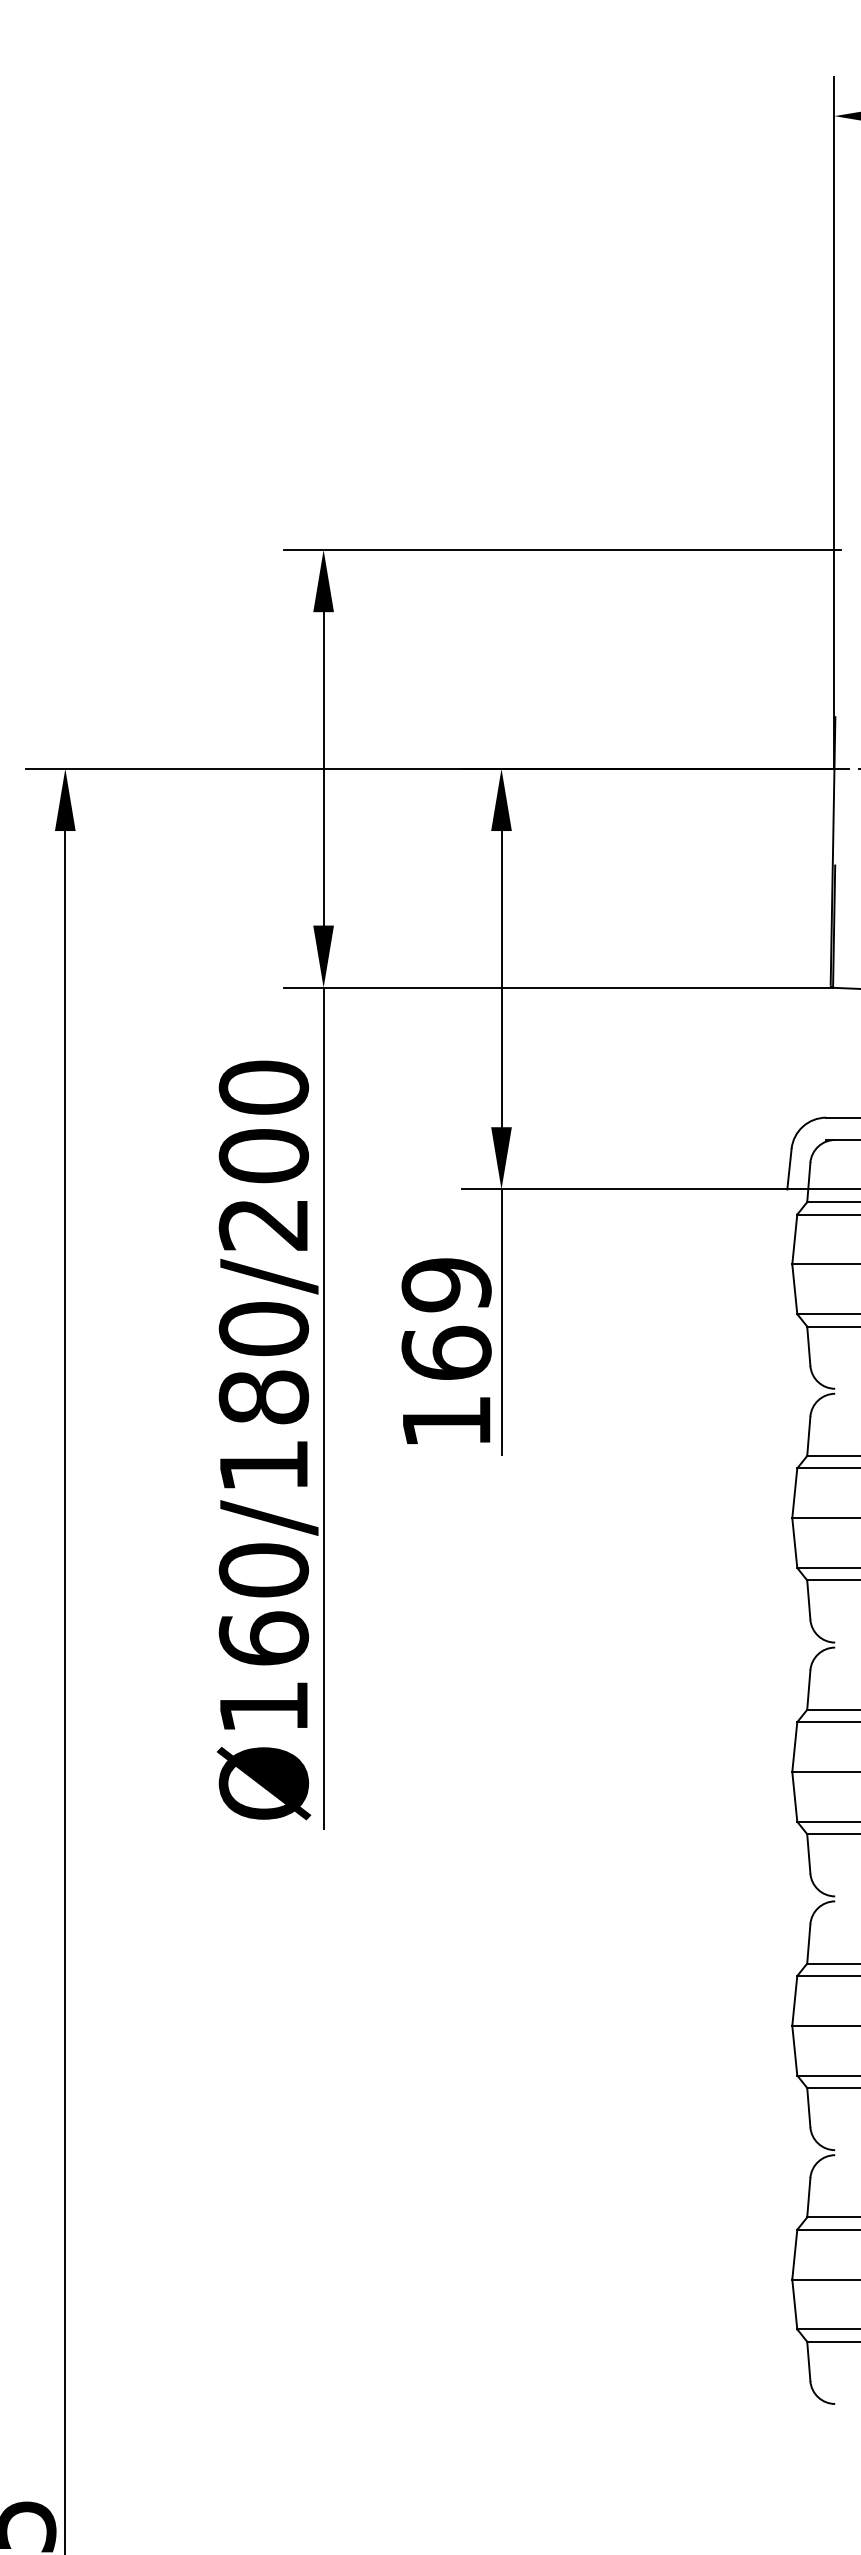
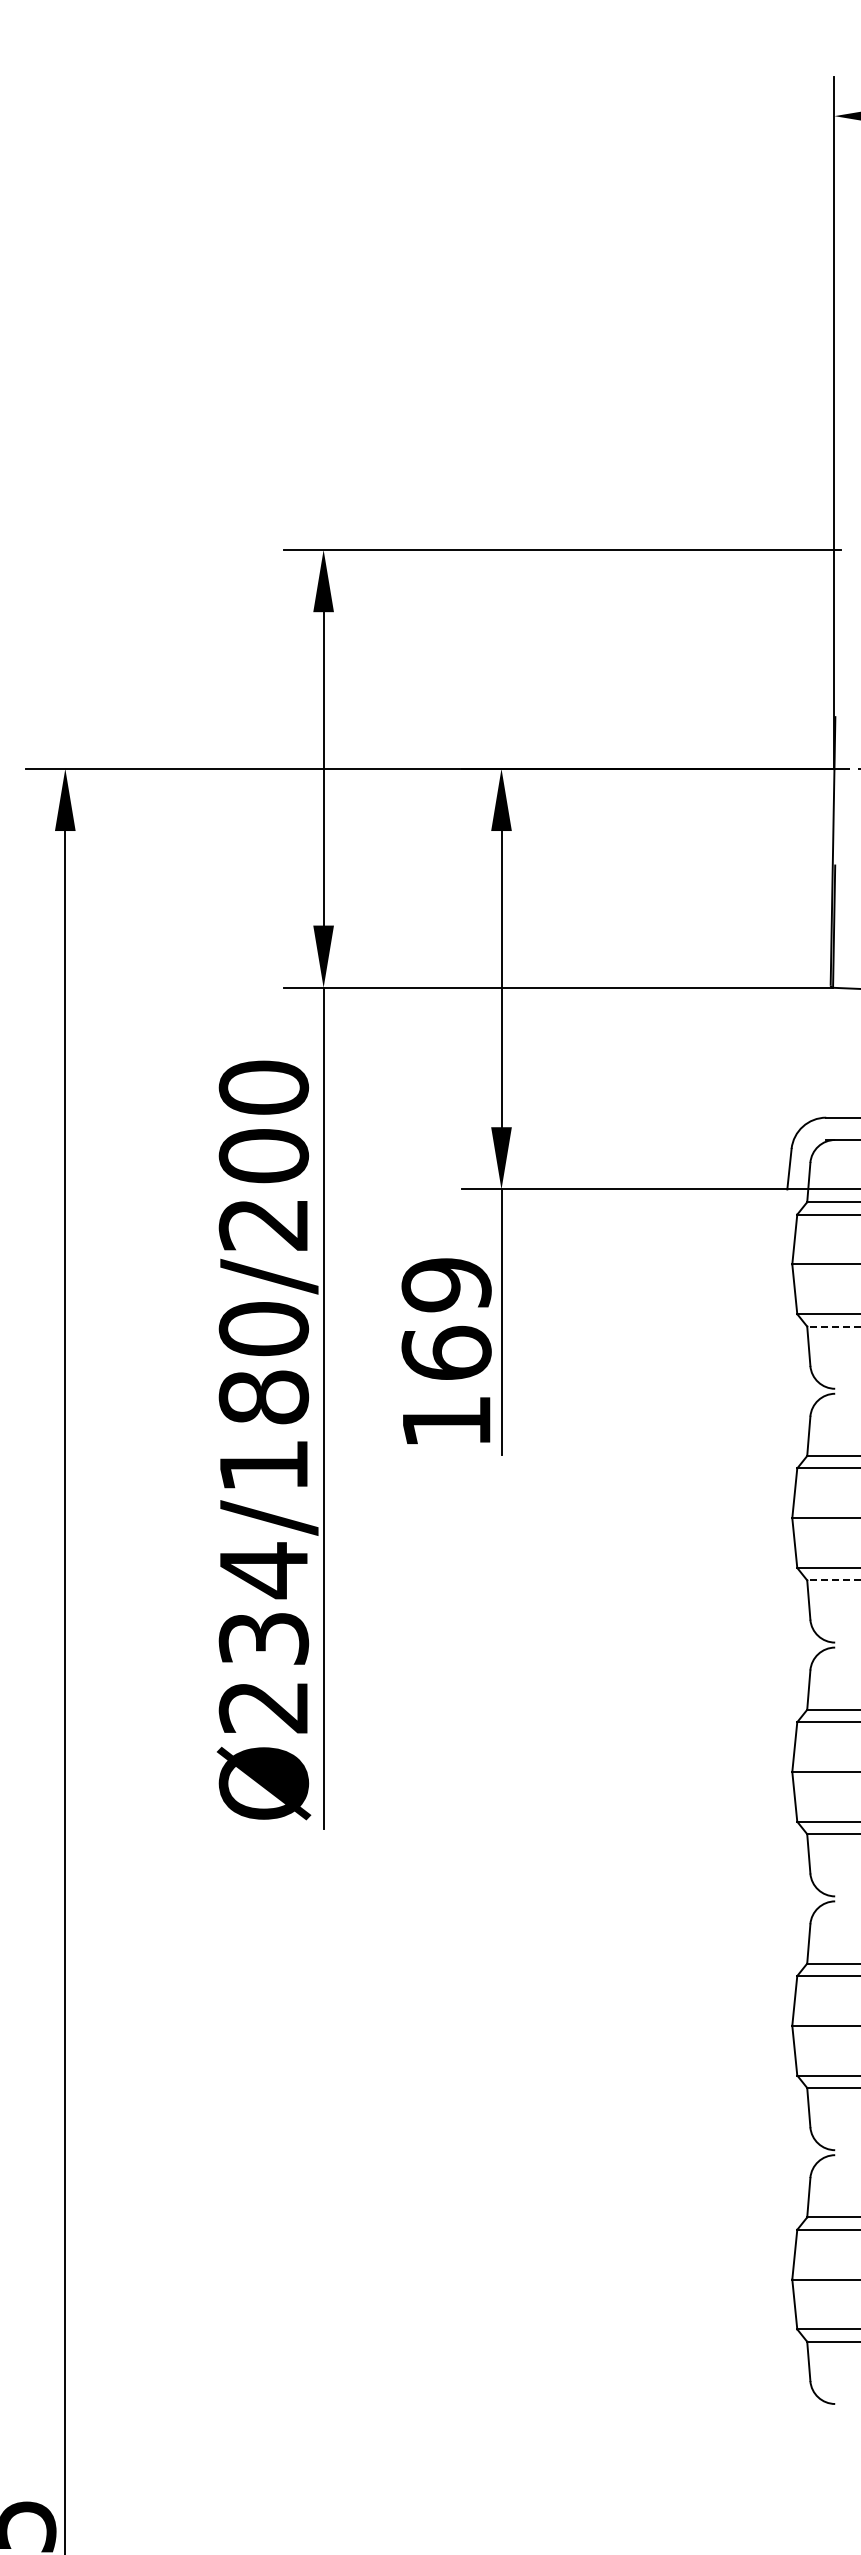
line at (833, 1326): solid -> dashed
line at (833, 1580): solid -> dashed
text at (263, 1637): Ø160/180/200 -> Ø234/180/200
